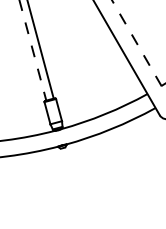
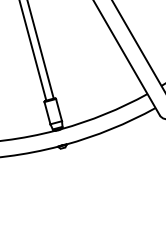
line at (138, 46): dashed -> solid
line at (32, 50): dashed -> solid
